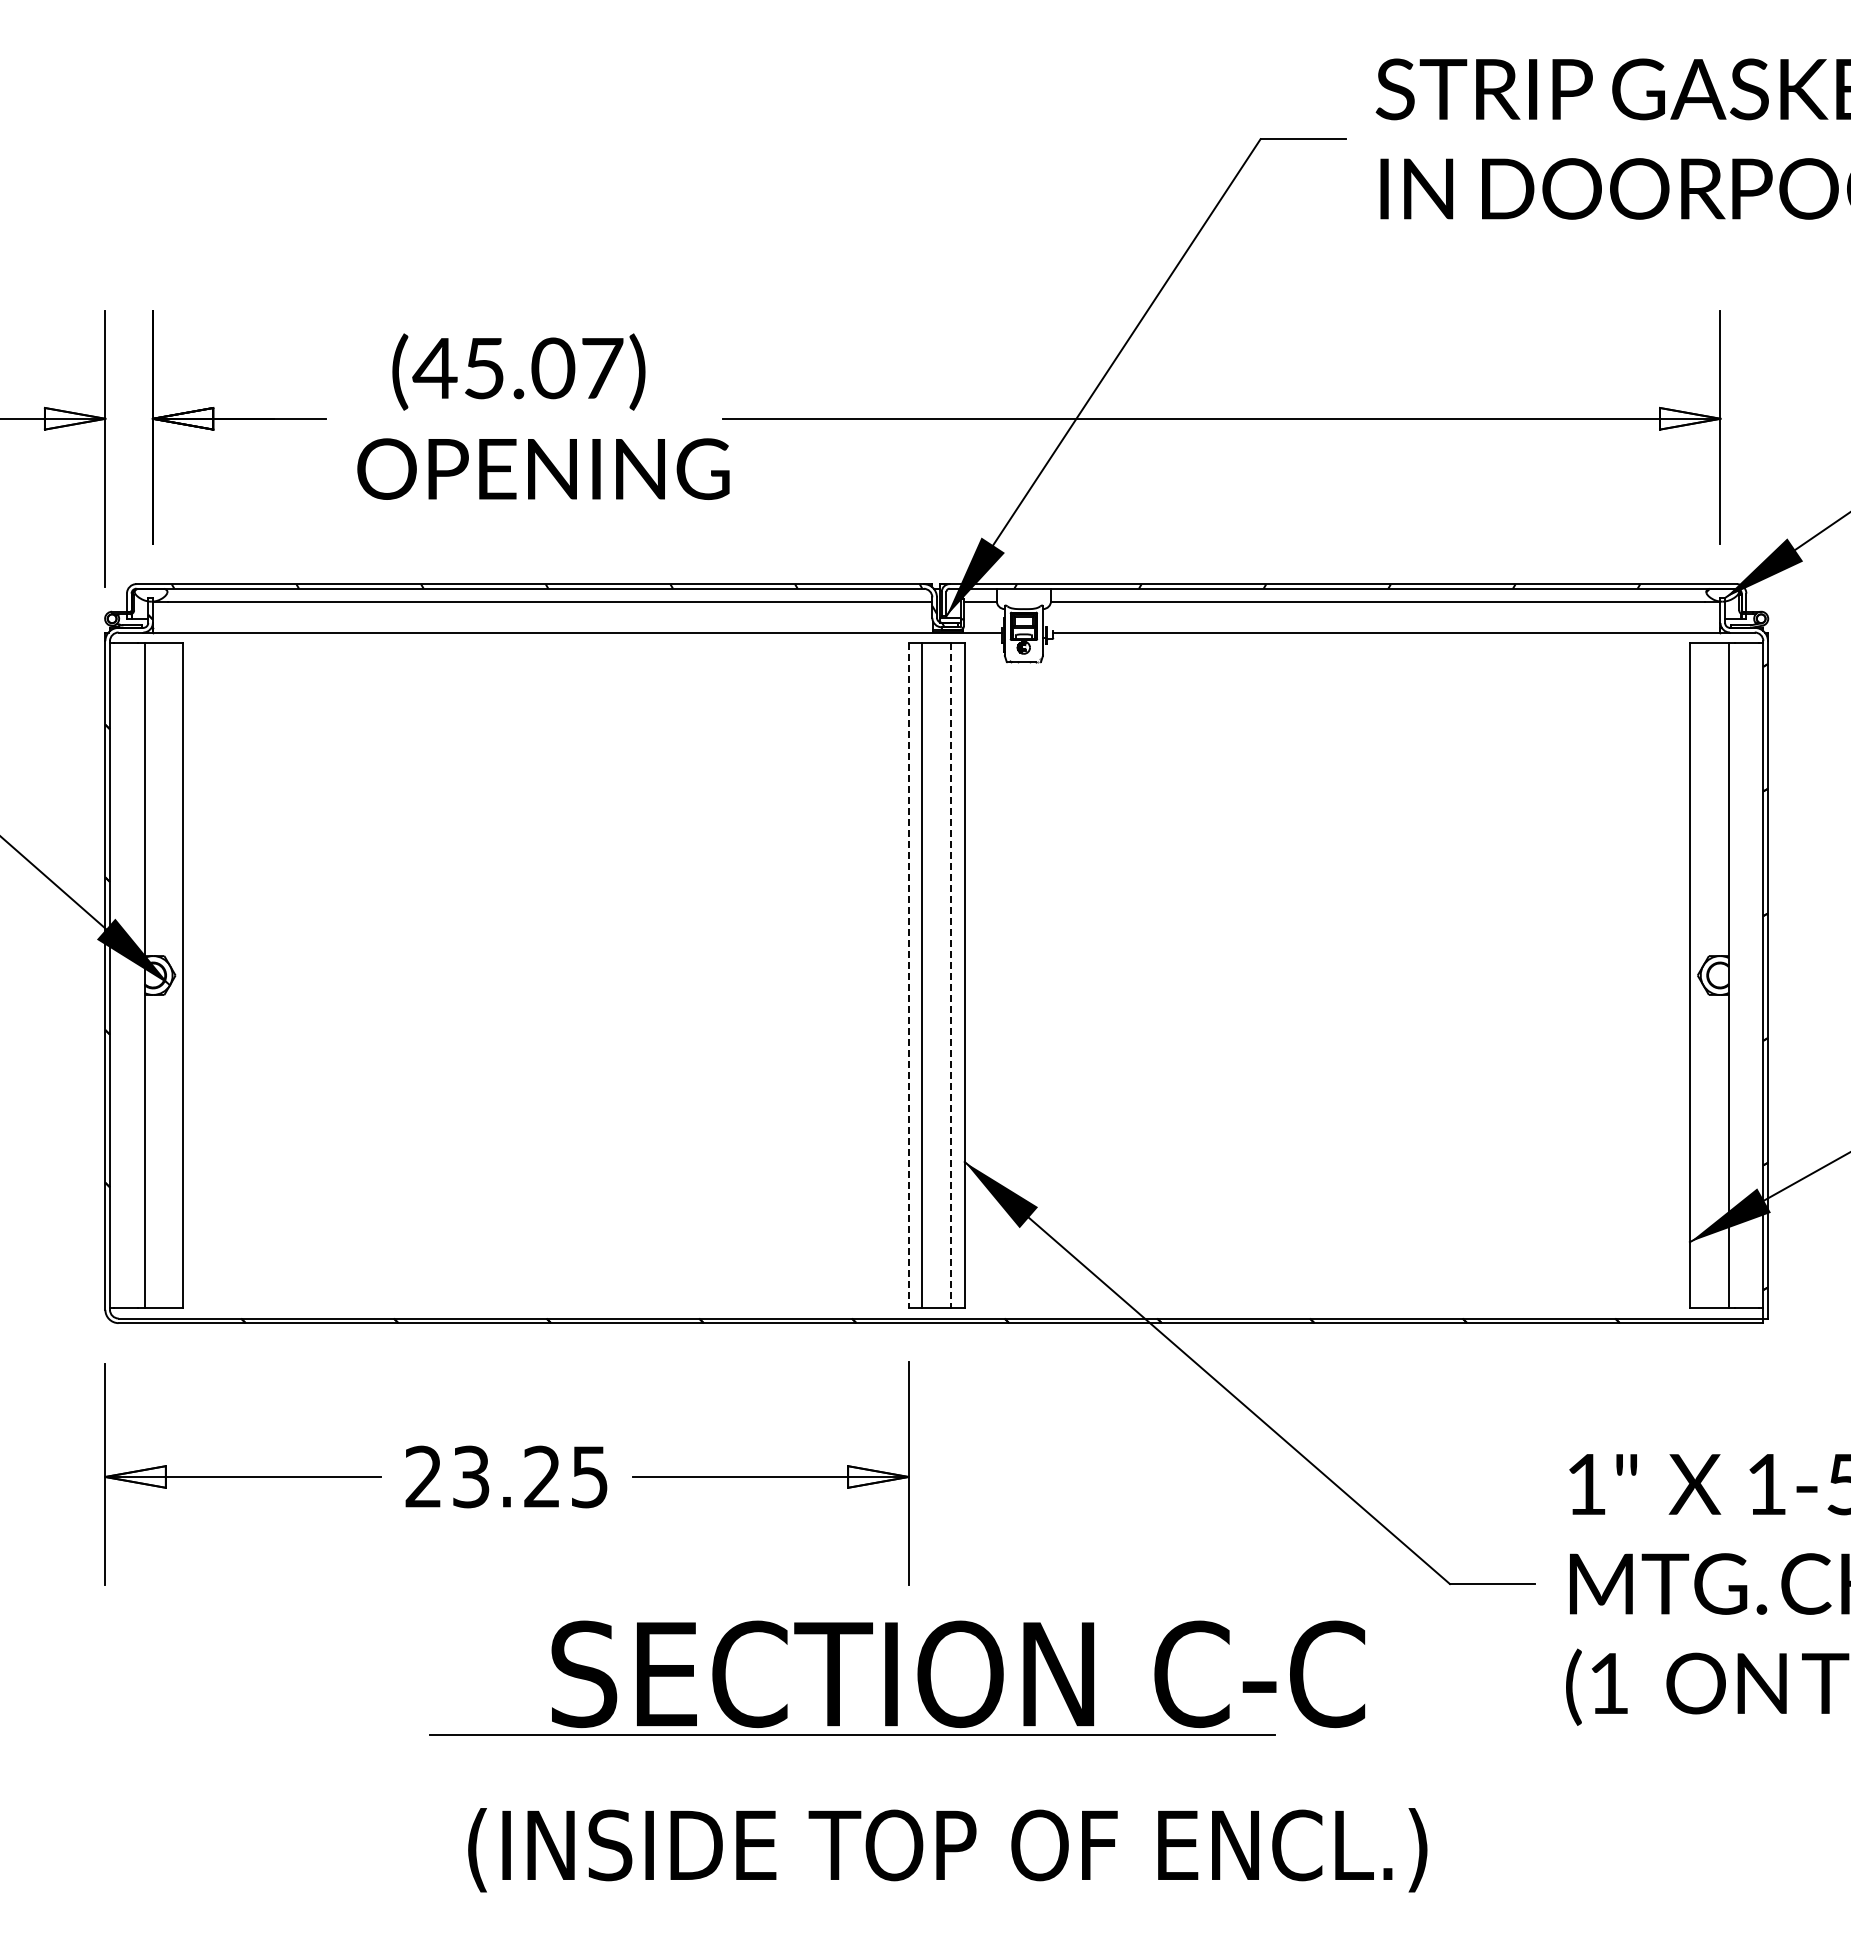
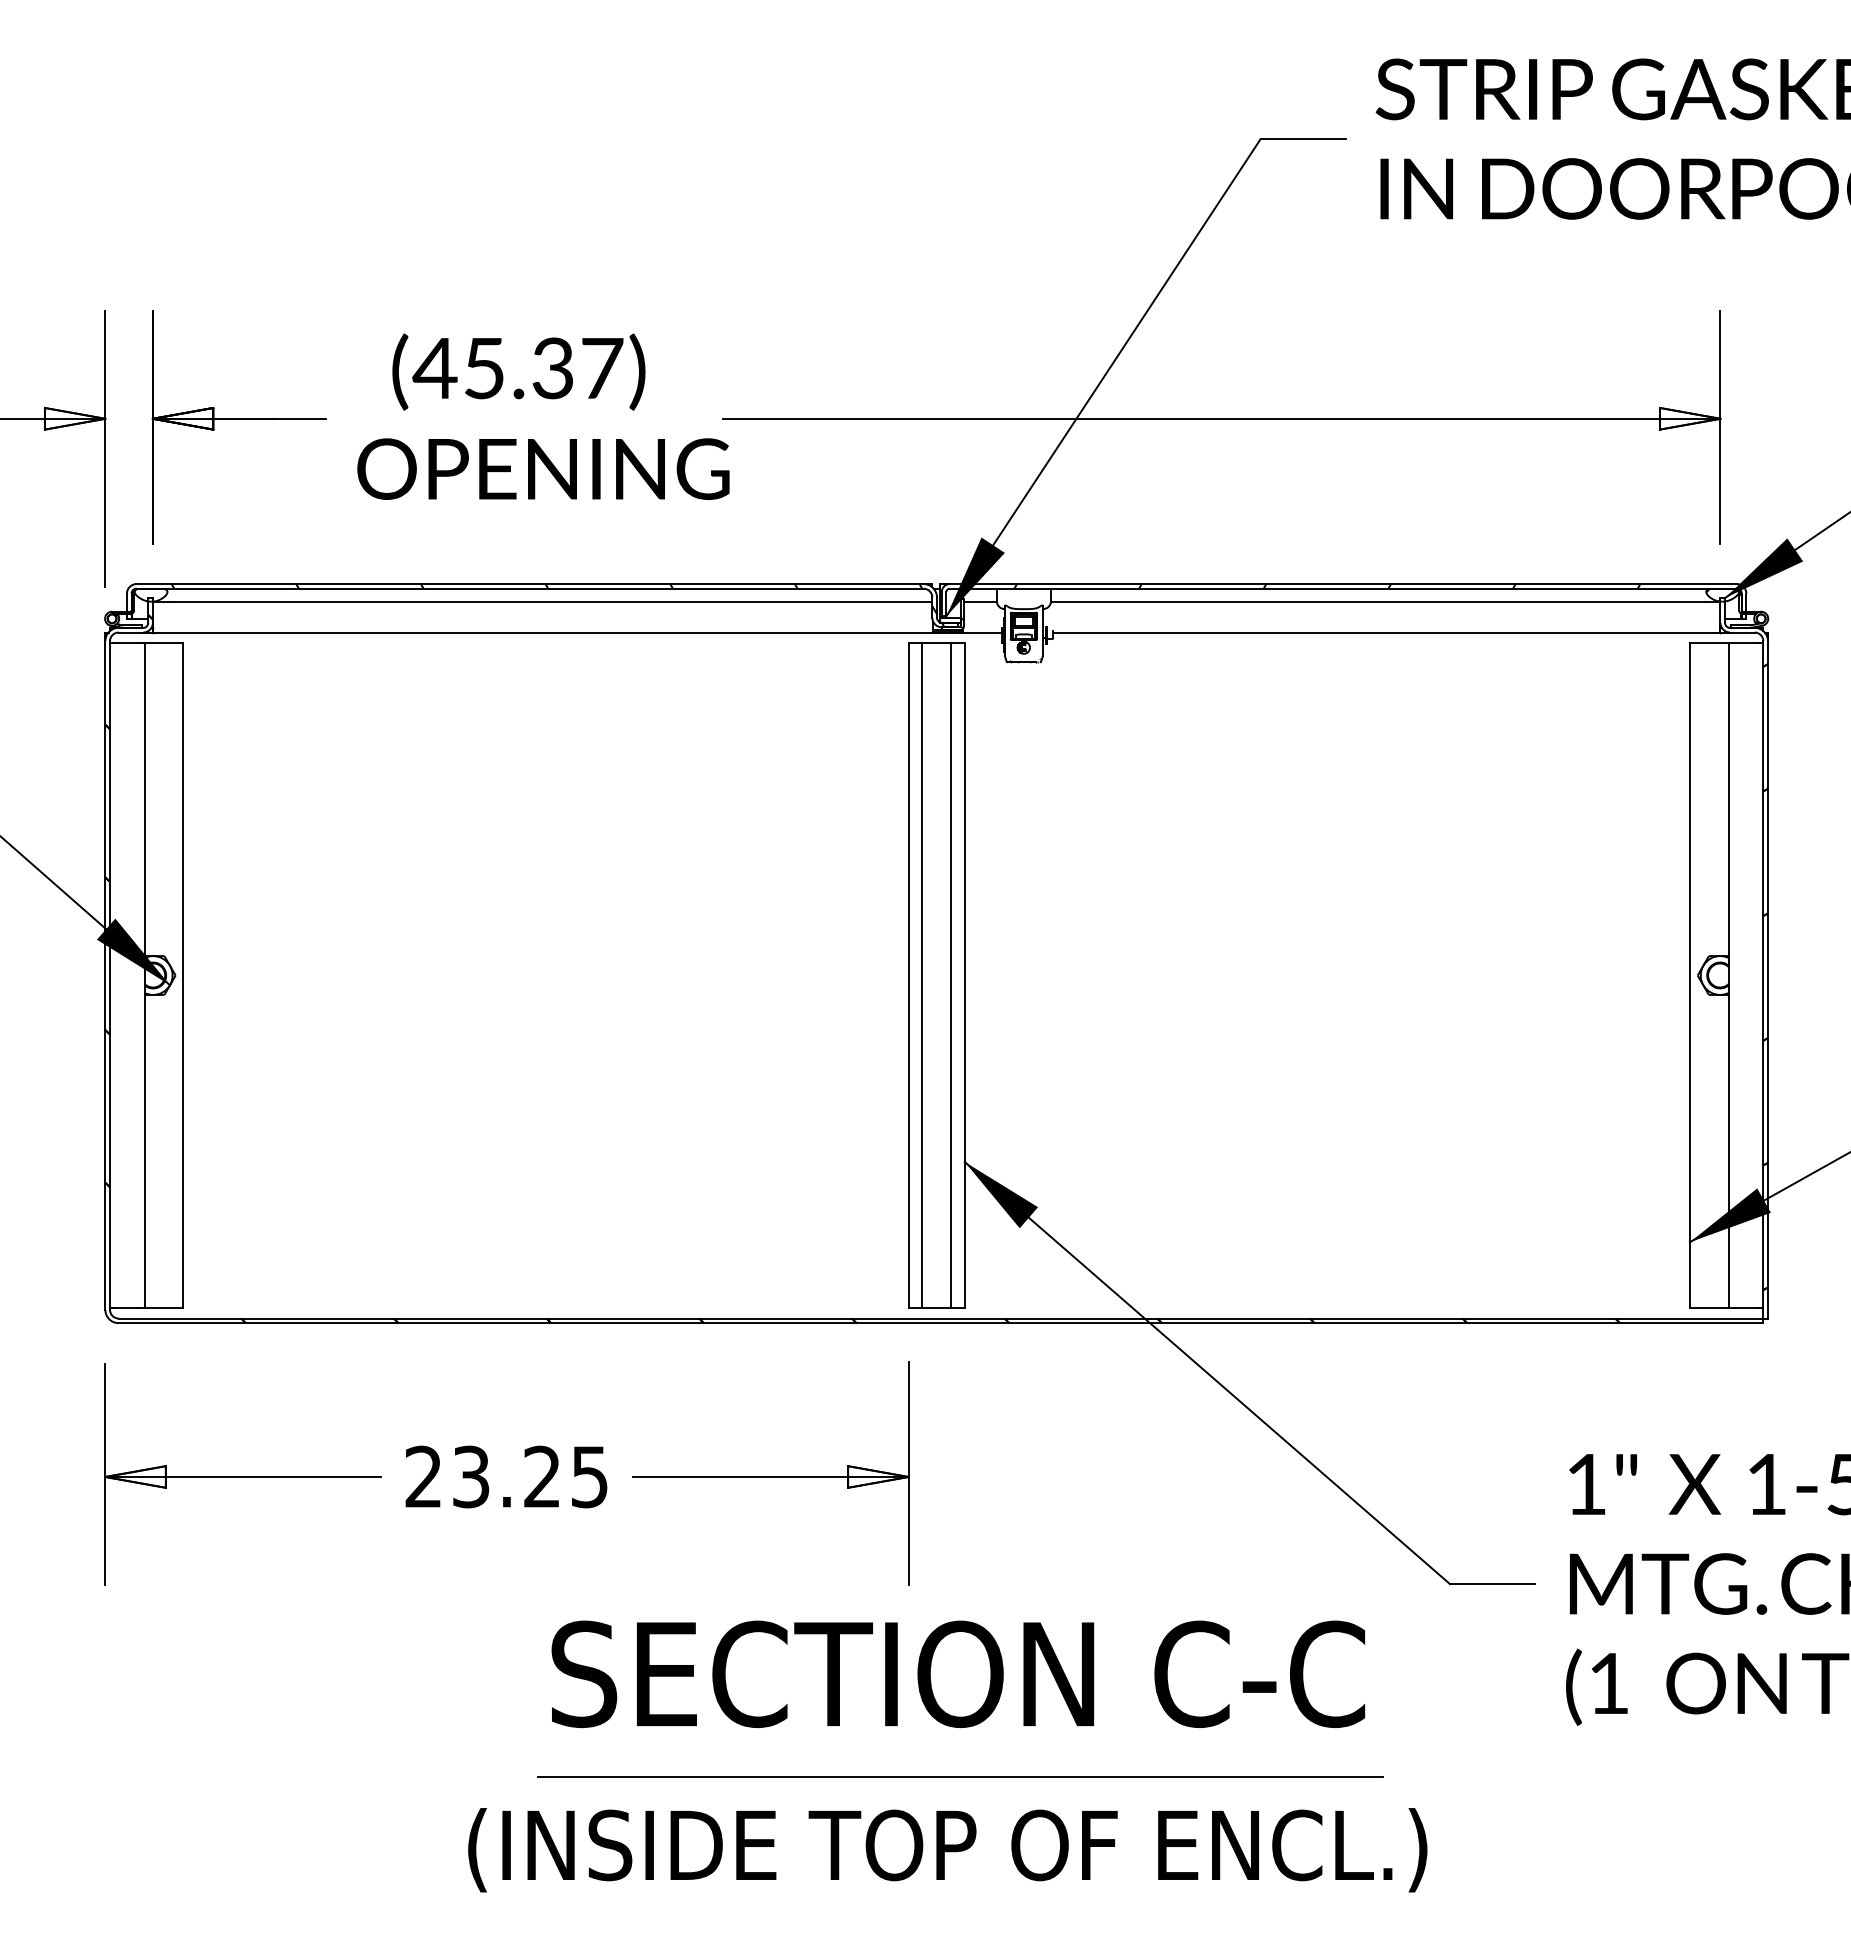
text at (553, 368): (45.07) -> (45.37)
line at (908, 975): dashed -> solid
line at (951, 975): dashed -> solid
line at (852, 1734) position: (852, 1734) -> (960, 1776)
